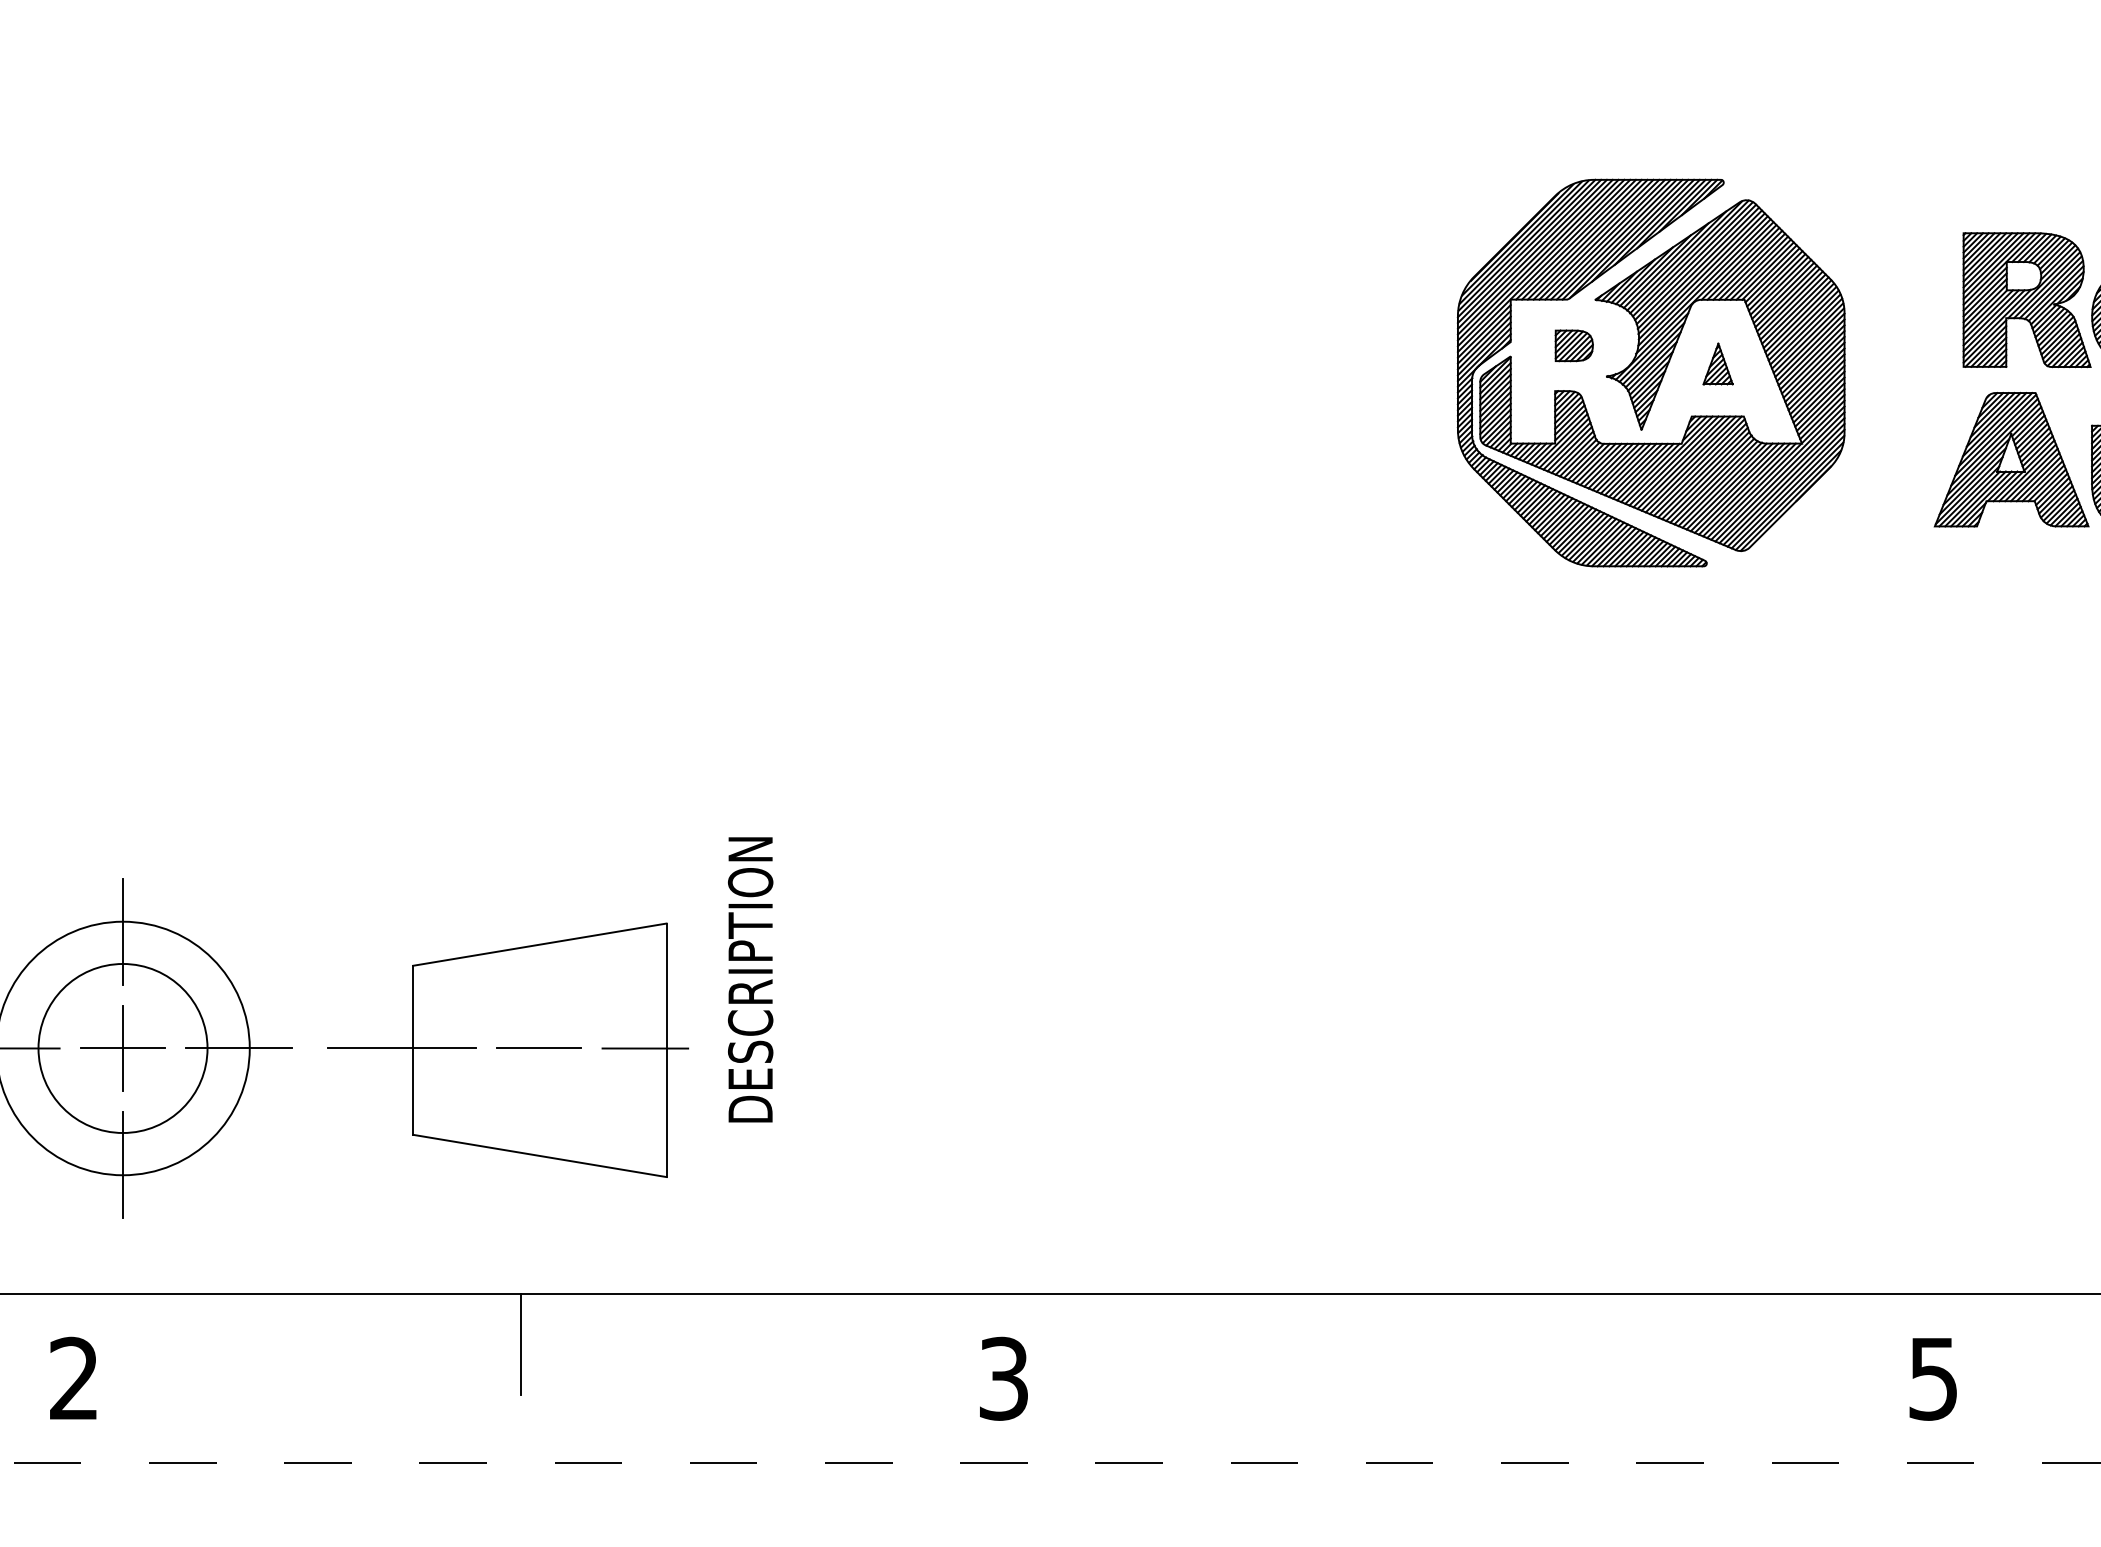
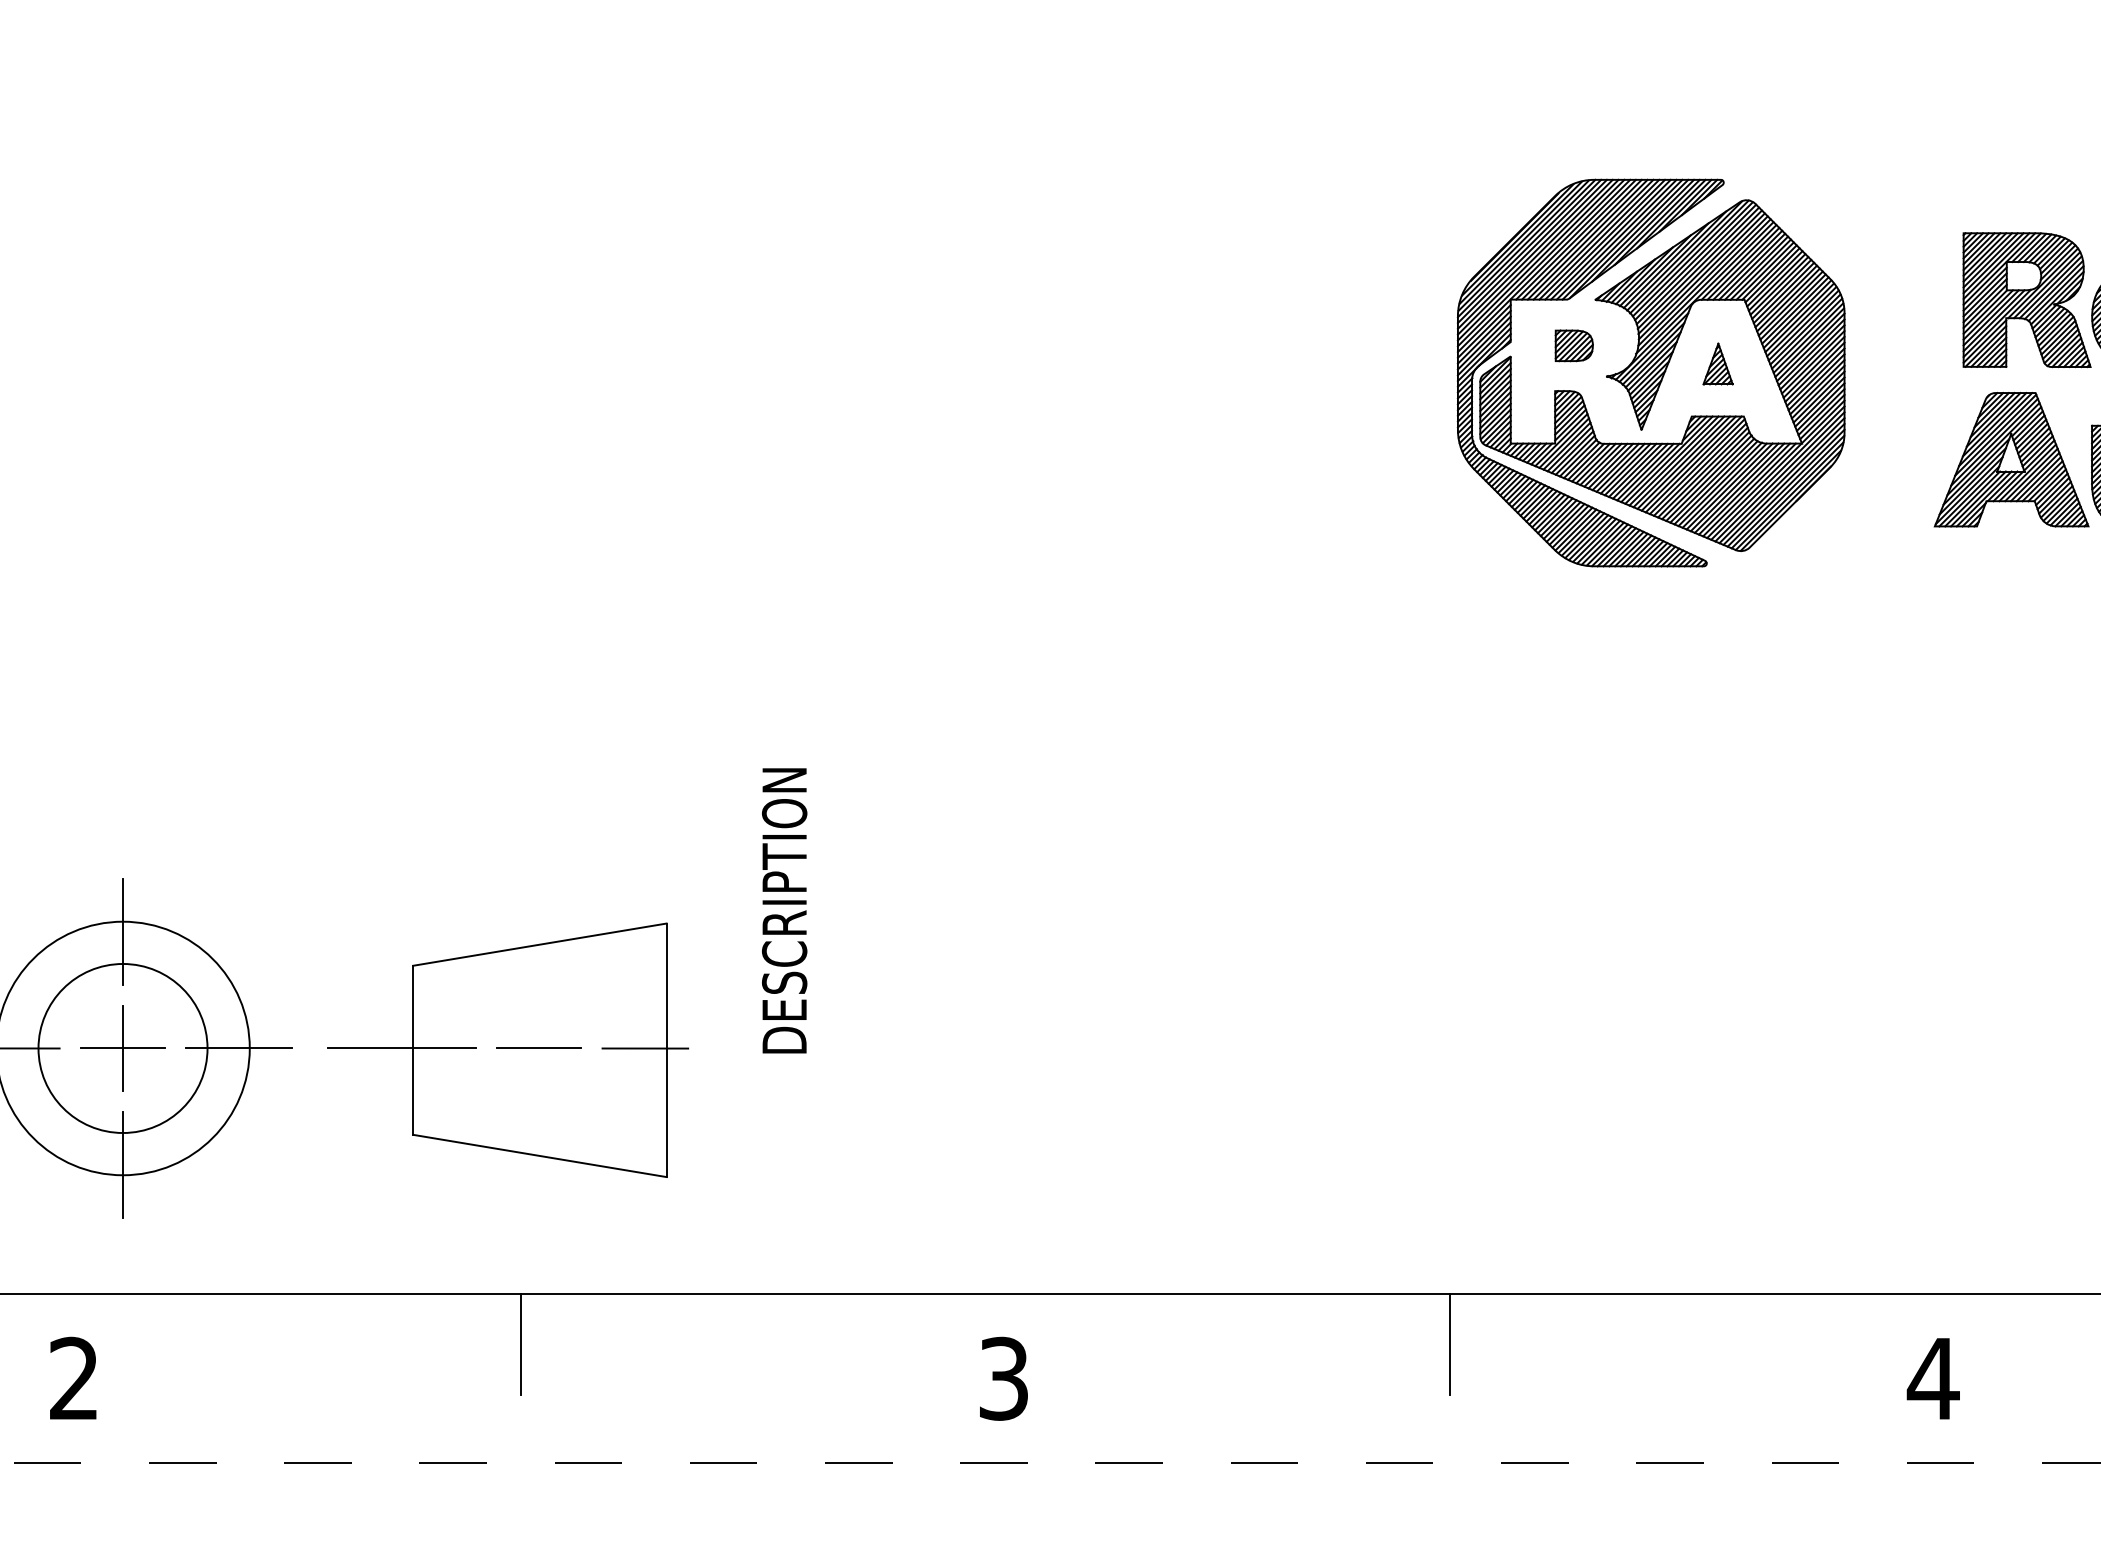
text at (750, 979) position: (750, 979) -> (784, 910)
line at (1450, 1344): none -> present
text at (1932, 1379): 5 -> 4
